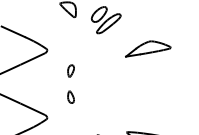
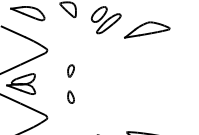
part at (27, 13): none -> present
part at (148, 48) position: (148, 48) -> (147, 29)
part at (21, 83): none -> present
